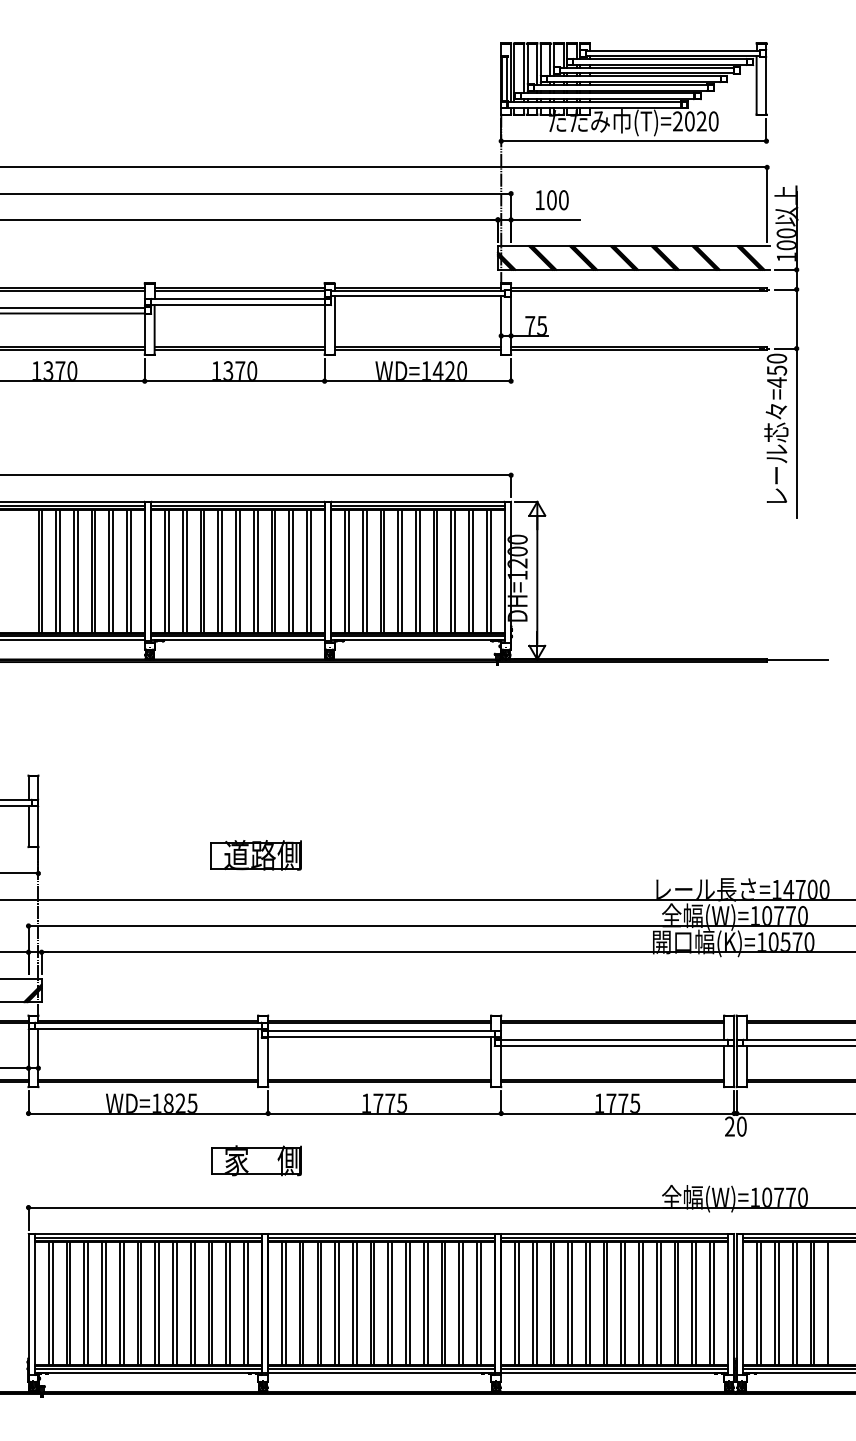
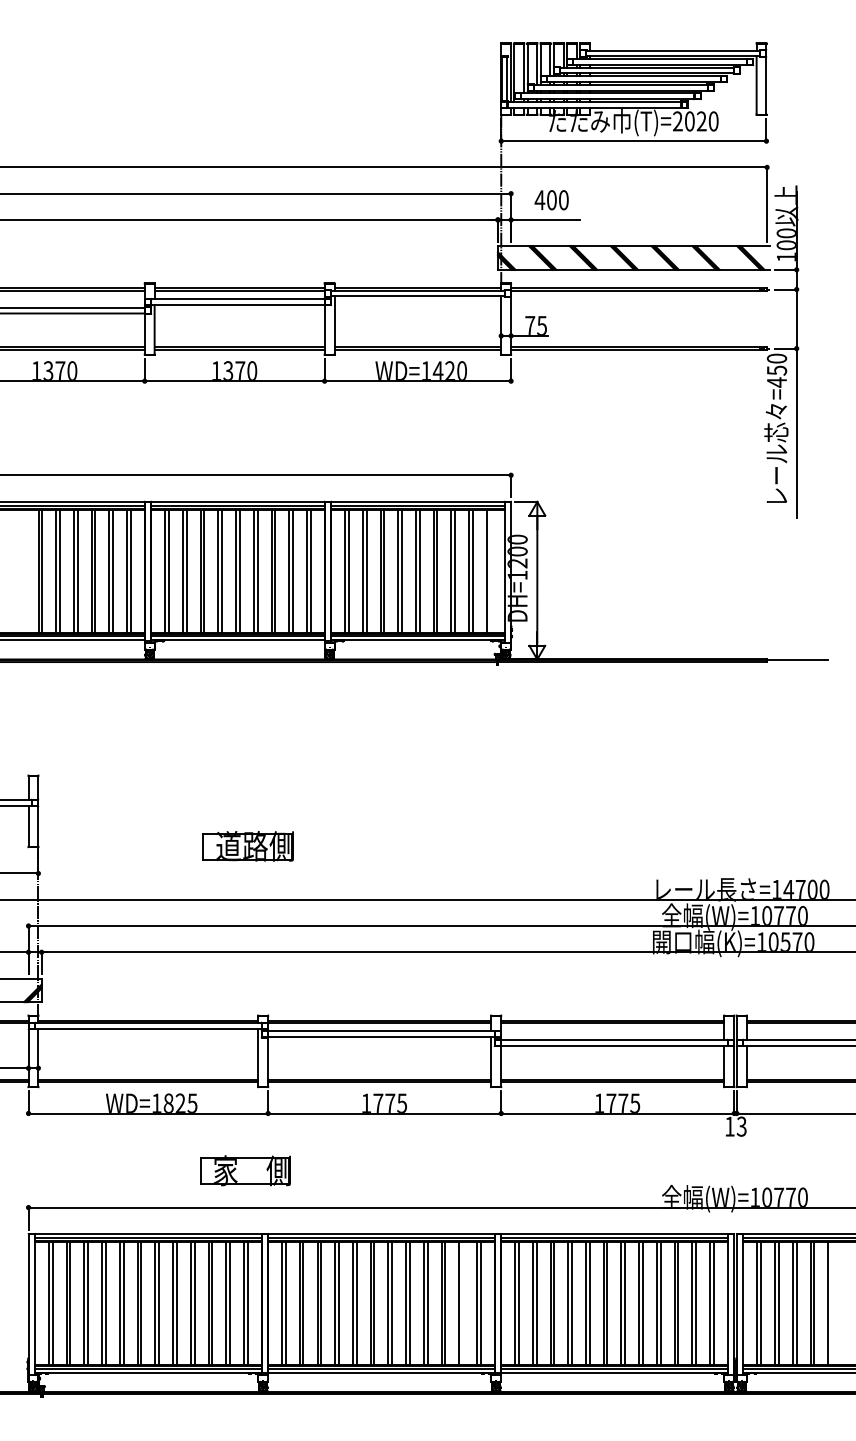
text at (539, 200): 100 -> 400
line at (490, 570): present -> none
part at (255, 855) position: (255, 855) -> (247, 846)
text at (735, 1126): 20 -> 13
part at (256, 1160) position: (256, 1160) -> (245, 1170)
line at (463, 1303): present -> none
